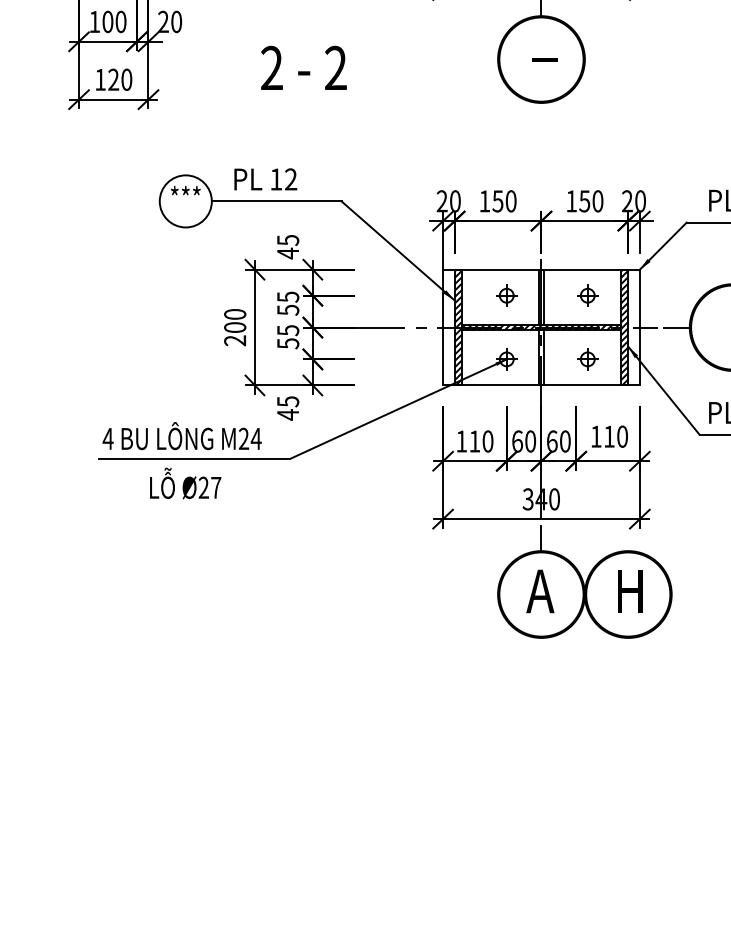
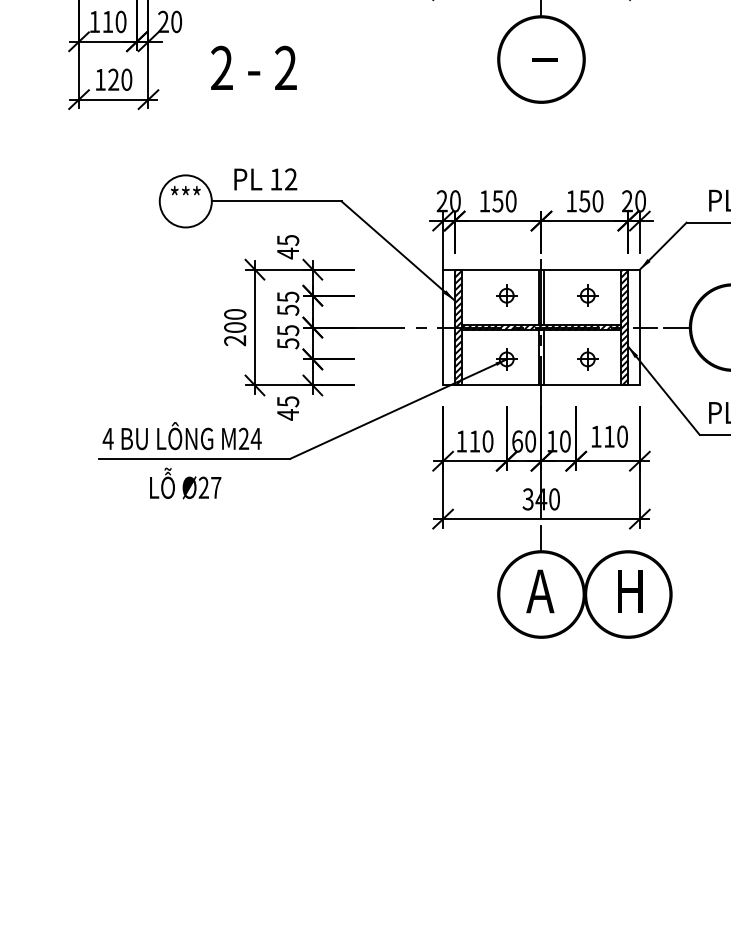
text at (107, 21): 100 -> 110
text at (303, 67) position: (303, 67) -> (253, 67)
text at (552, 441): 60 -> 10
